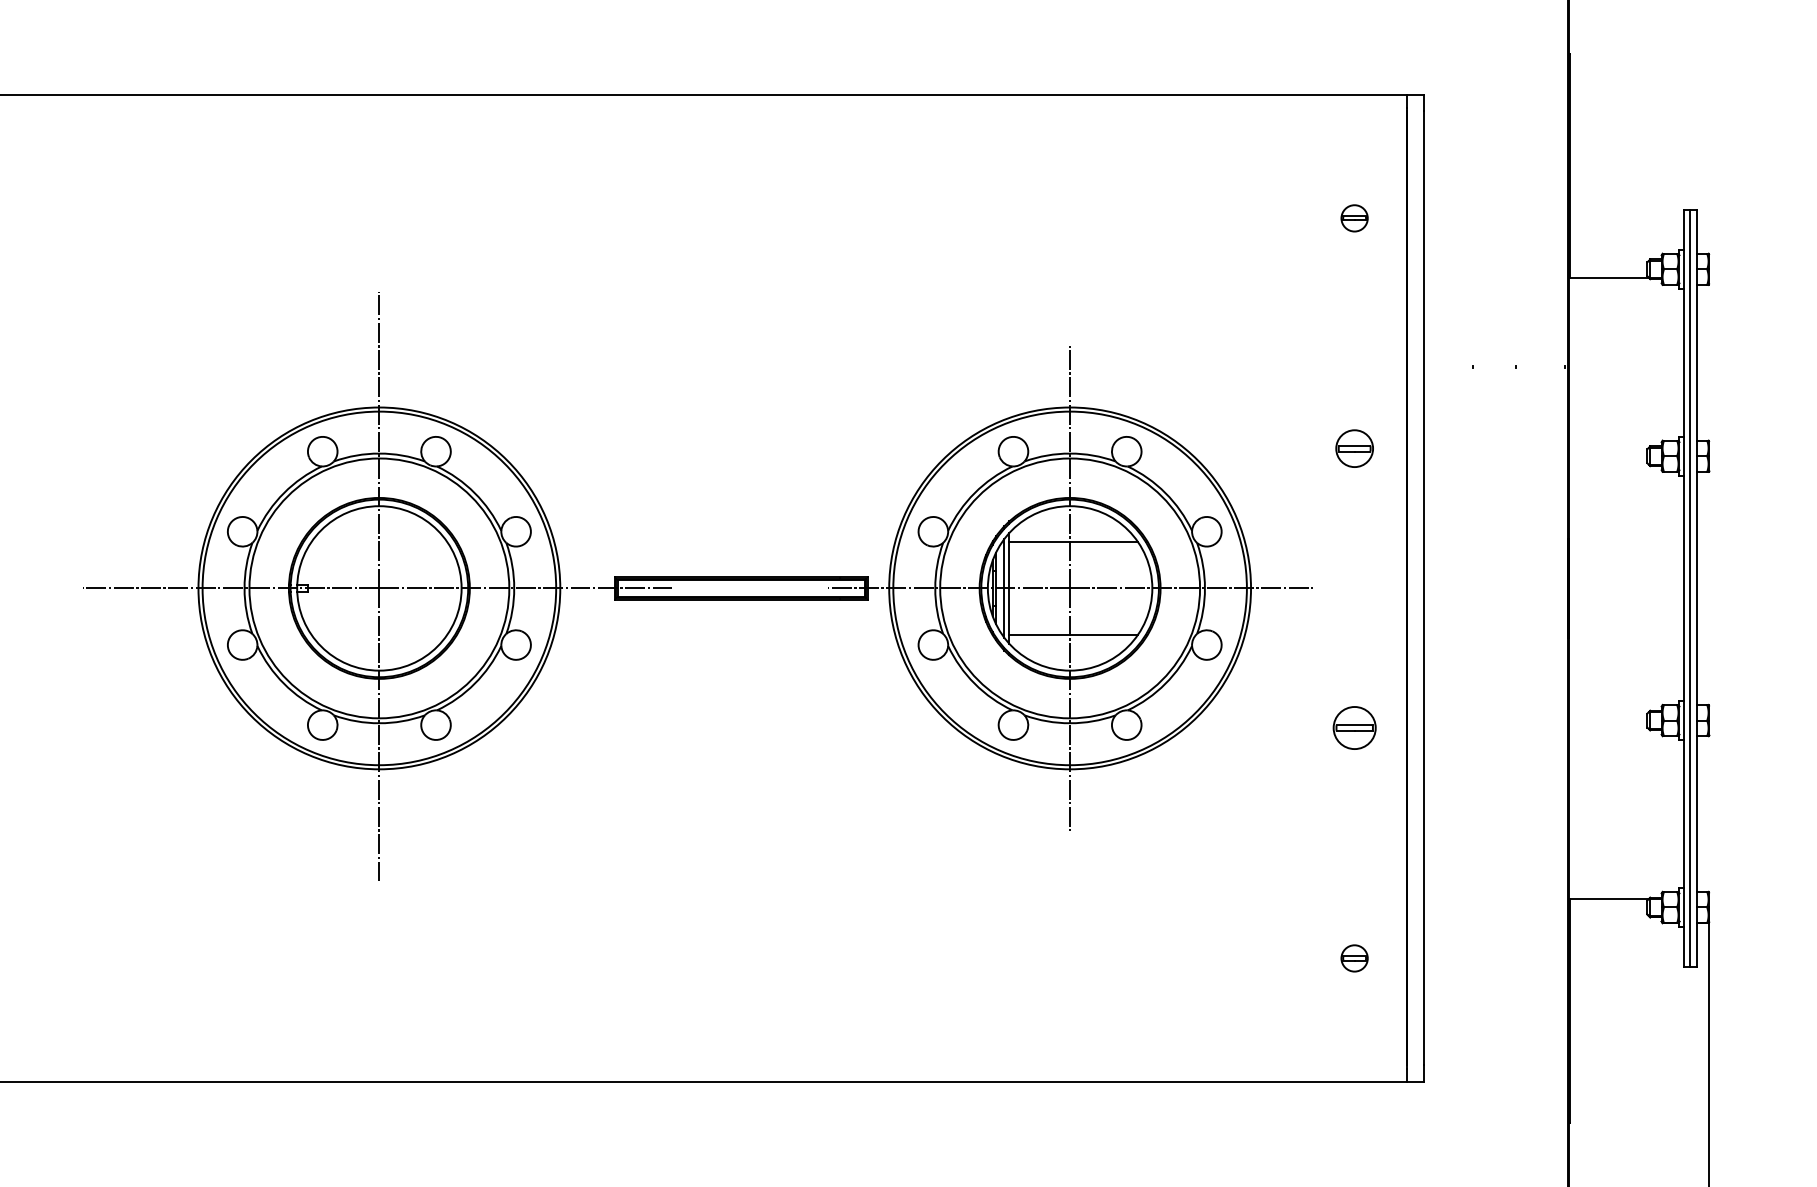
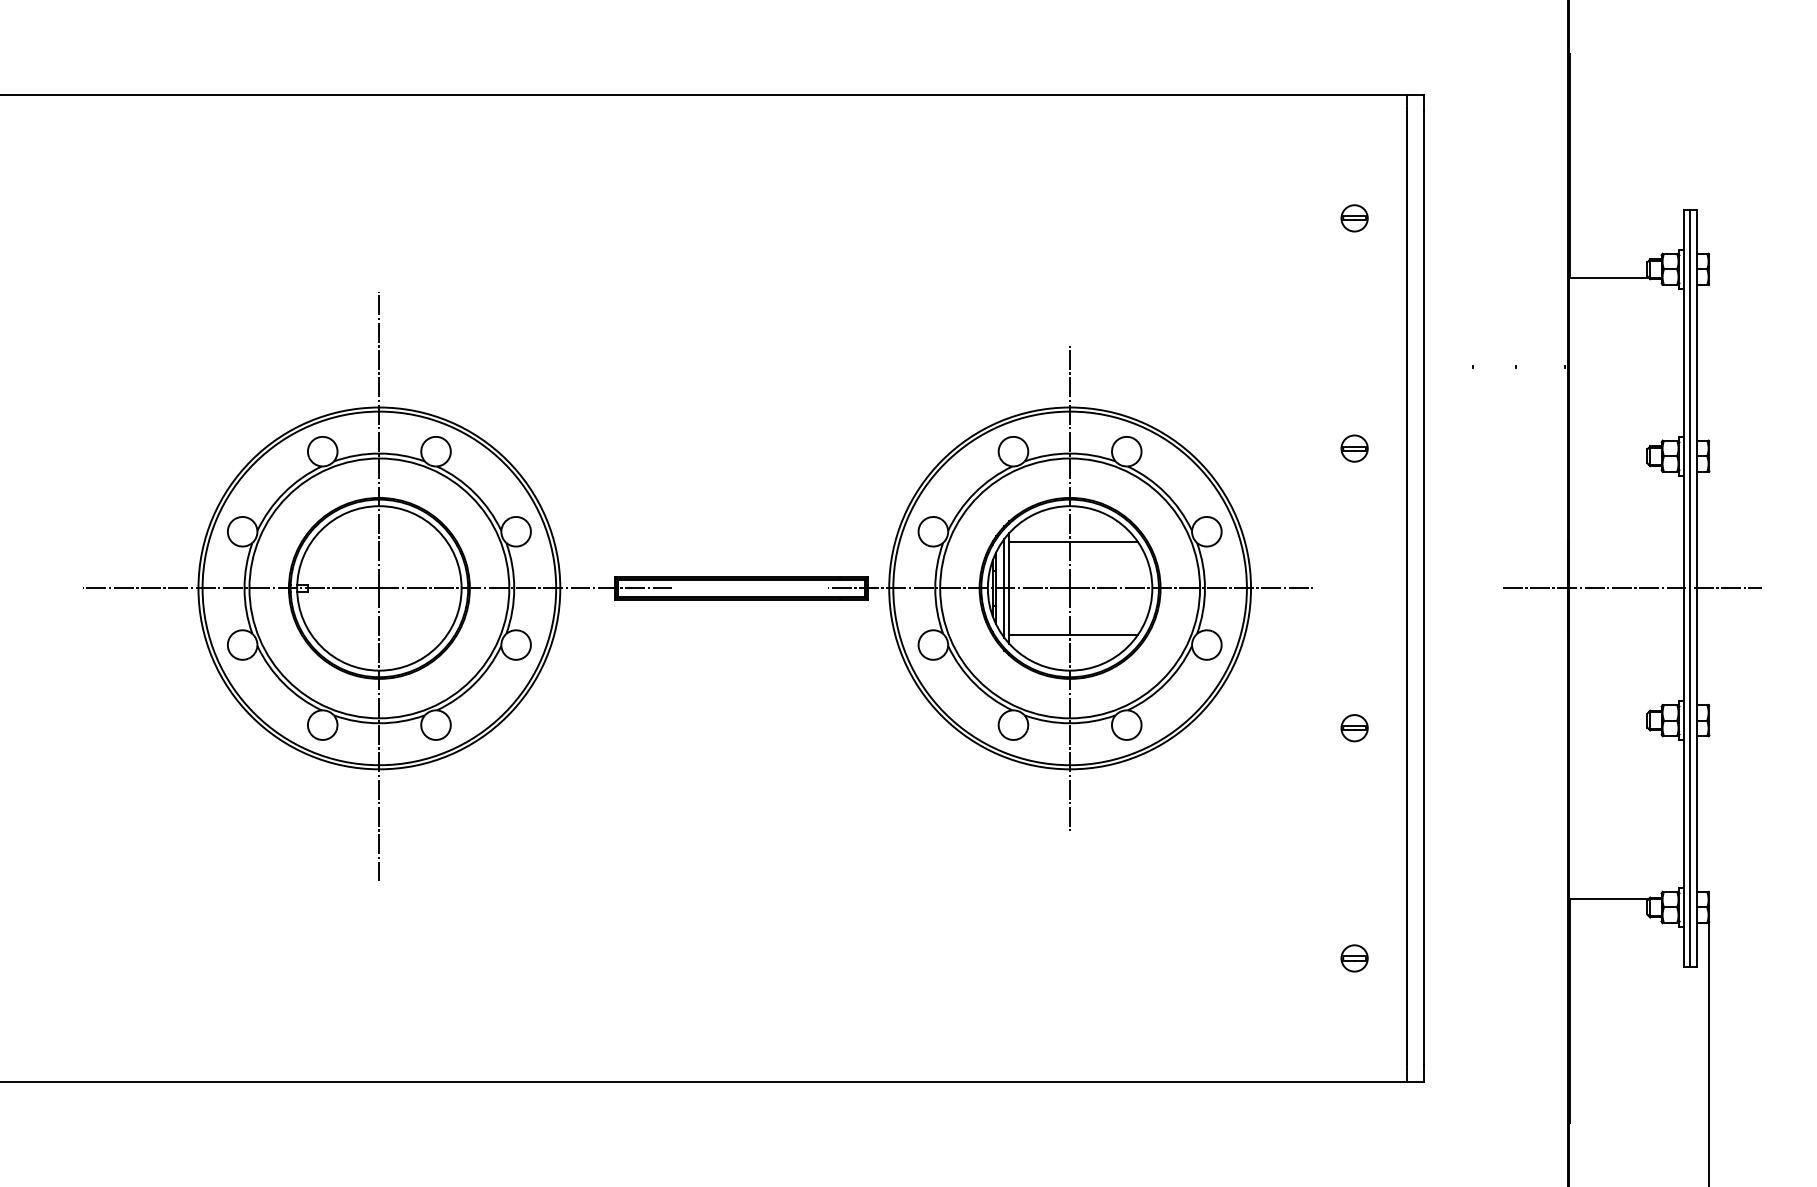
part at (1354, 448) size: 39x39 px -> 29x29 px
line at (1632, 588): none -> present
part at (1354, 727) size: 45x44 px -> 29x29 px
